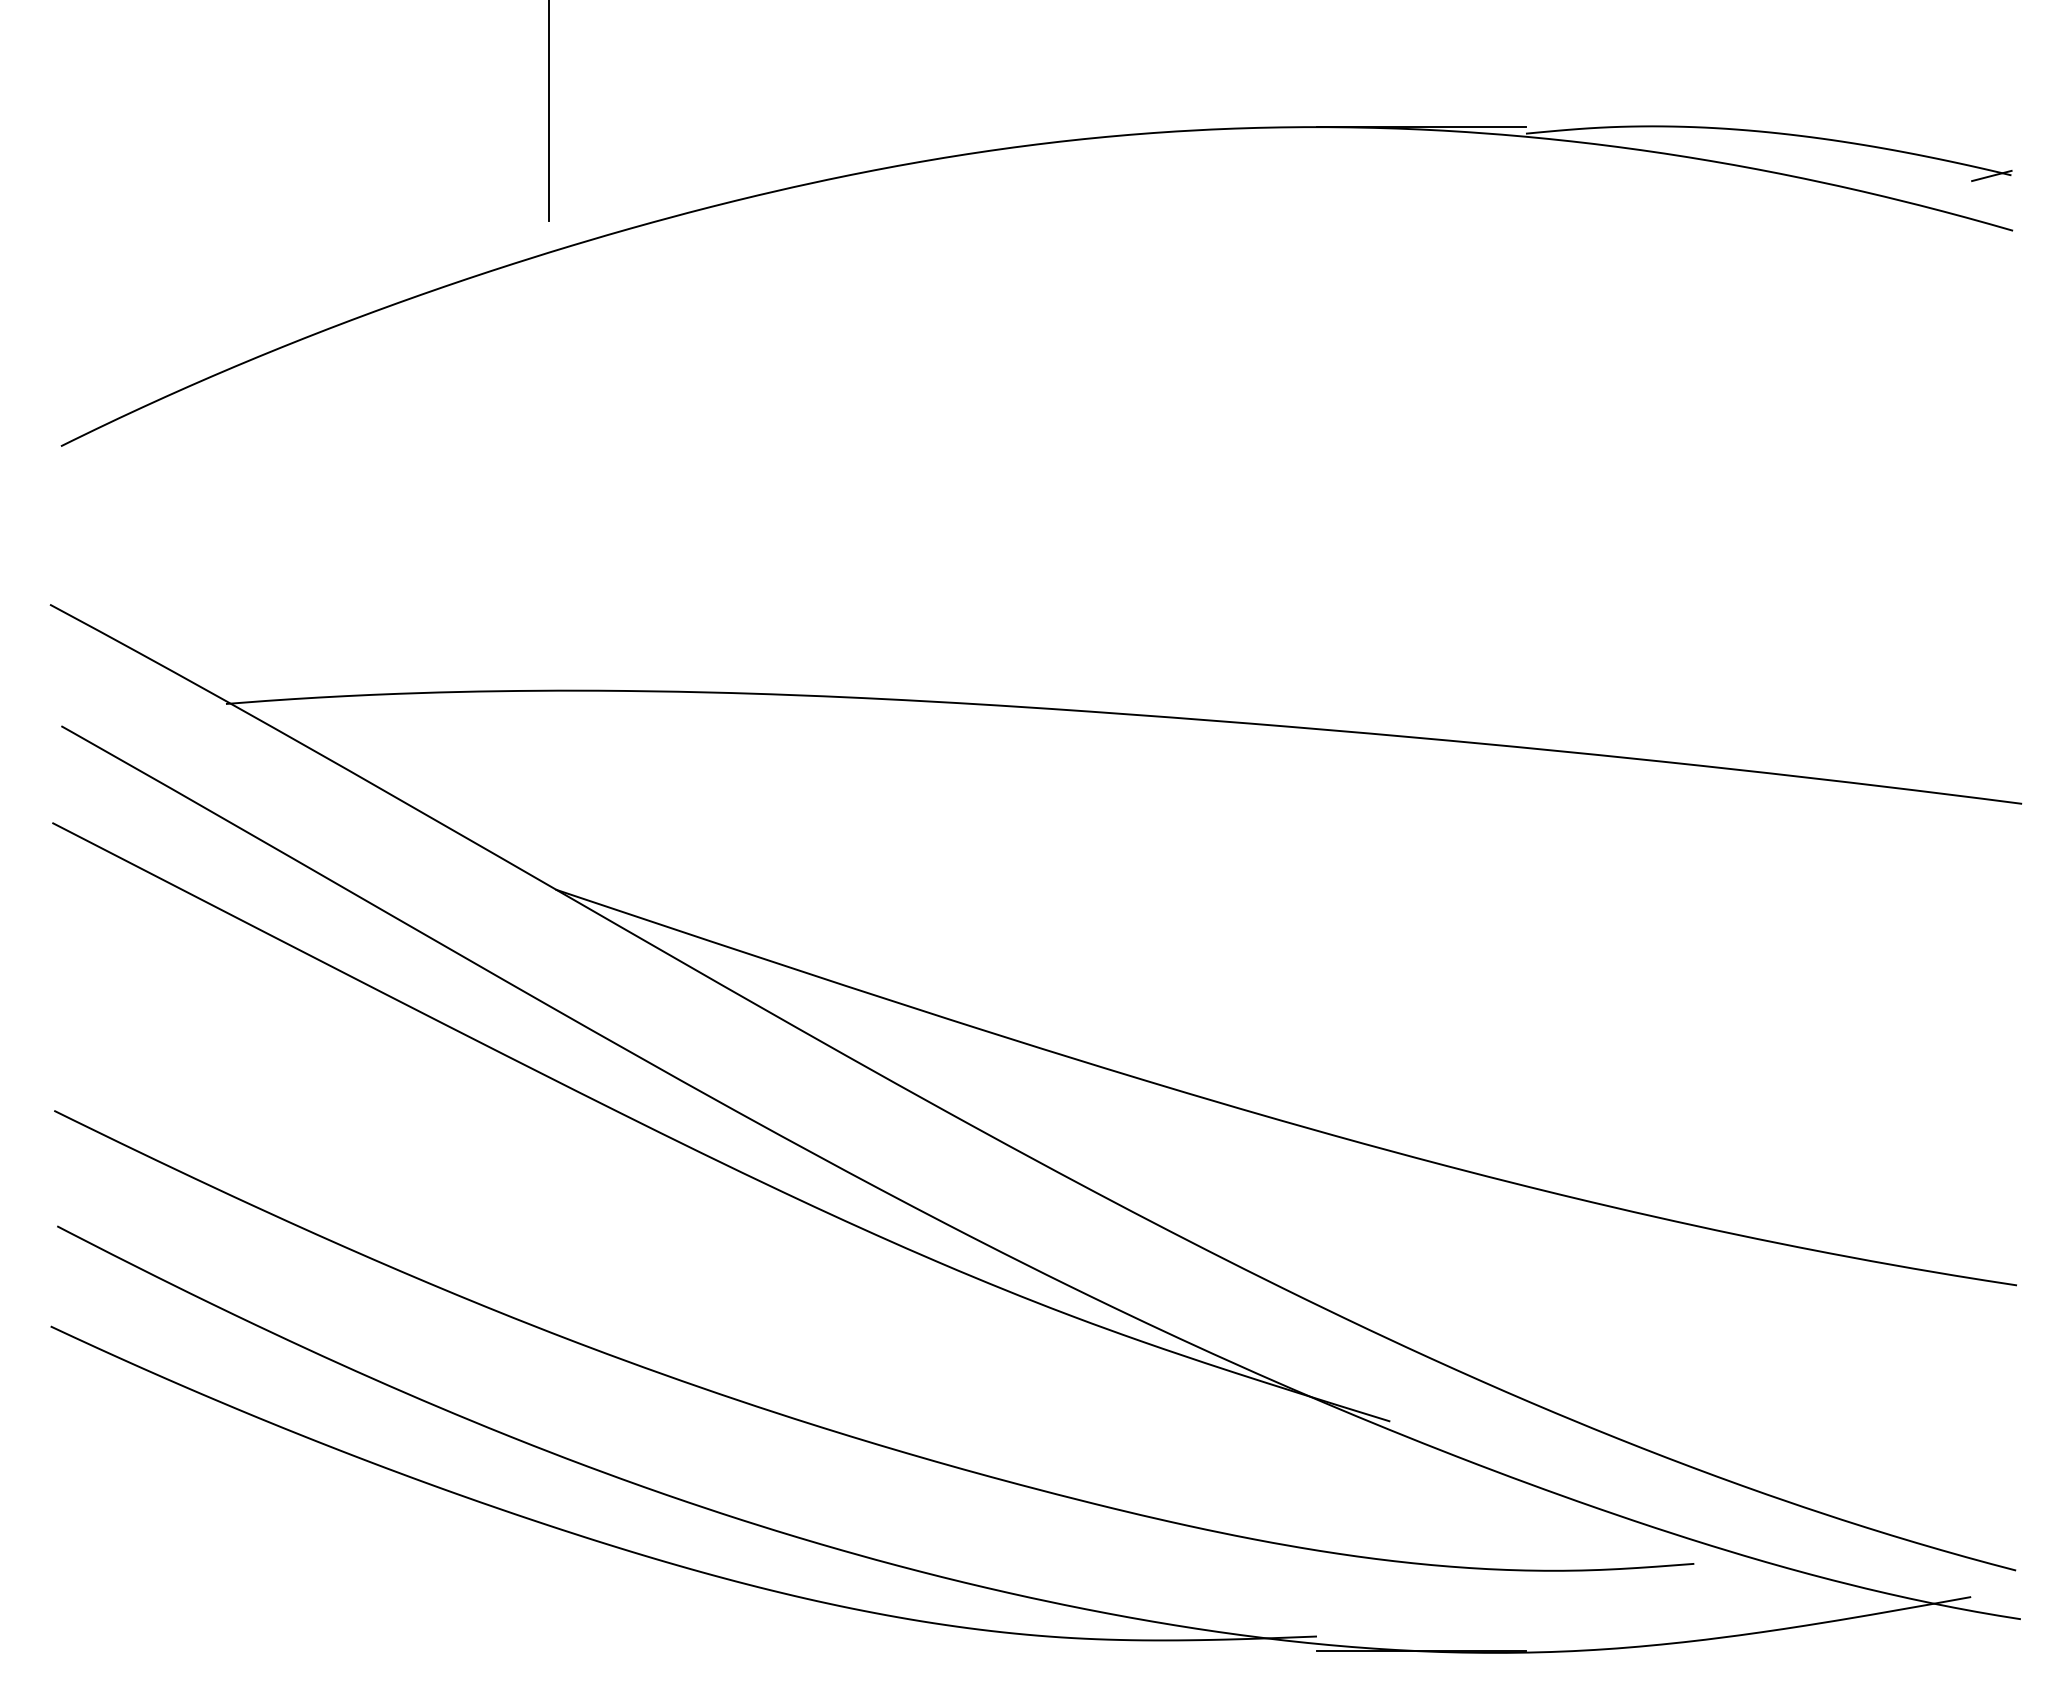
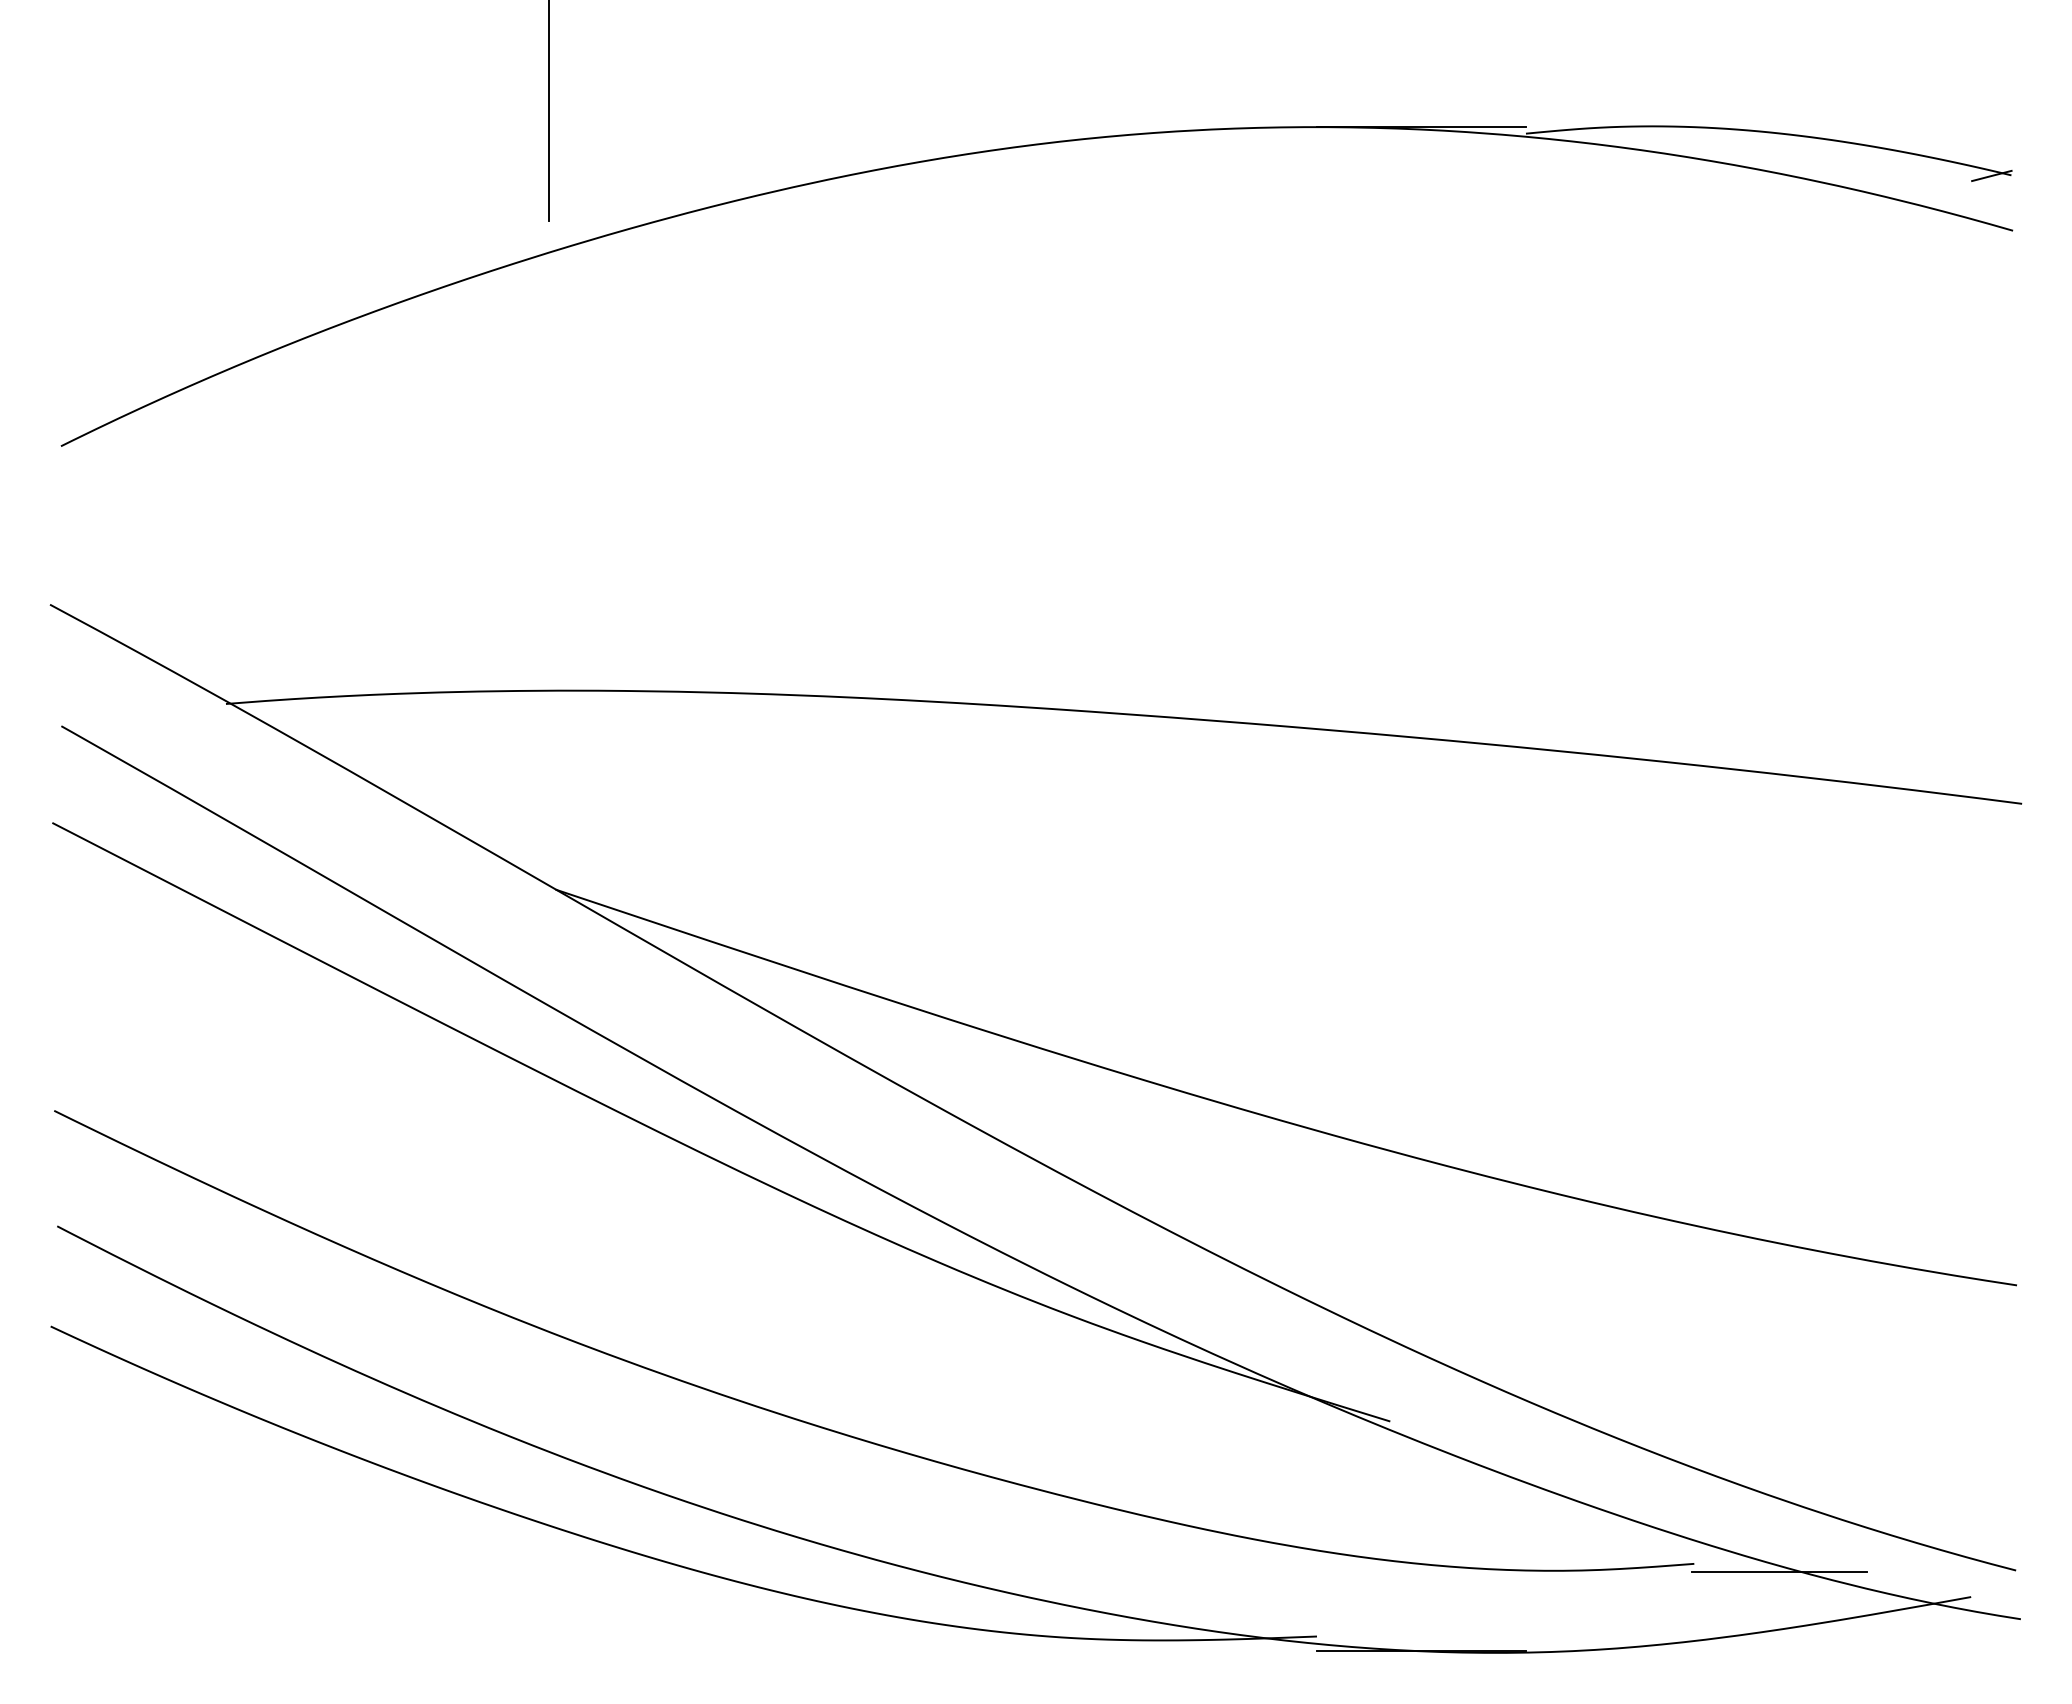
line at (1779, 1572): none -> present
